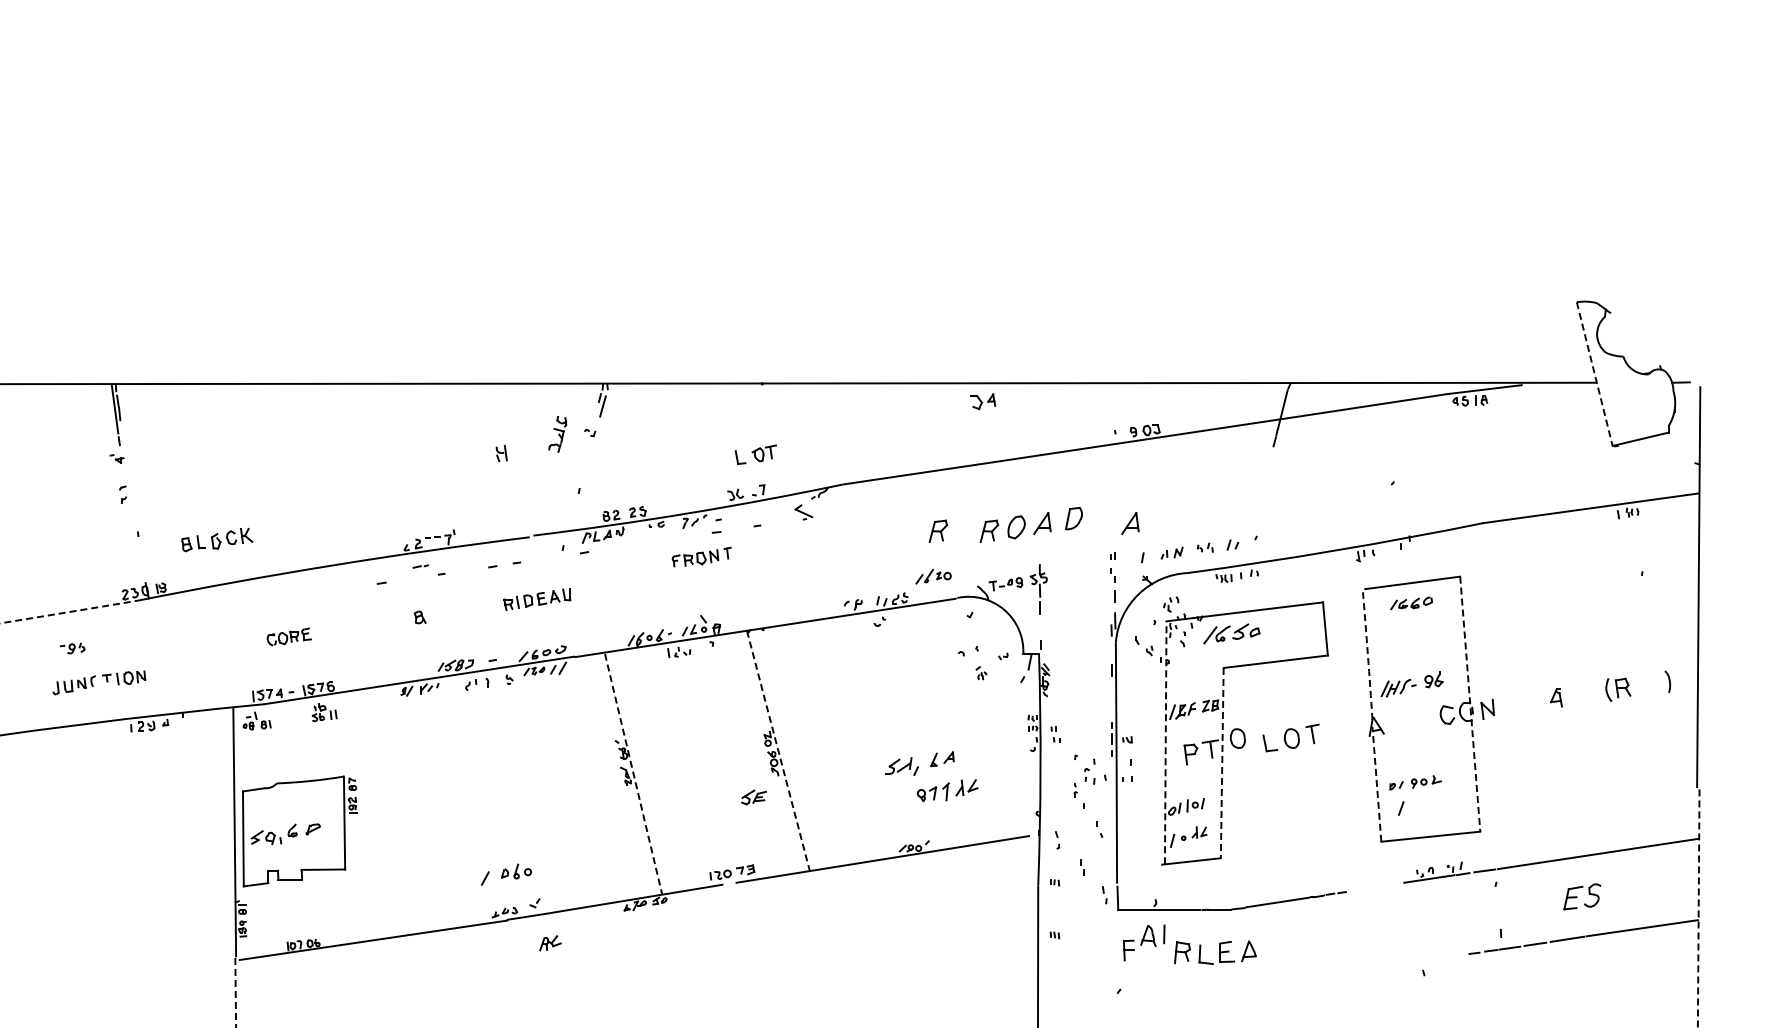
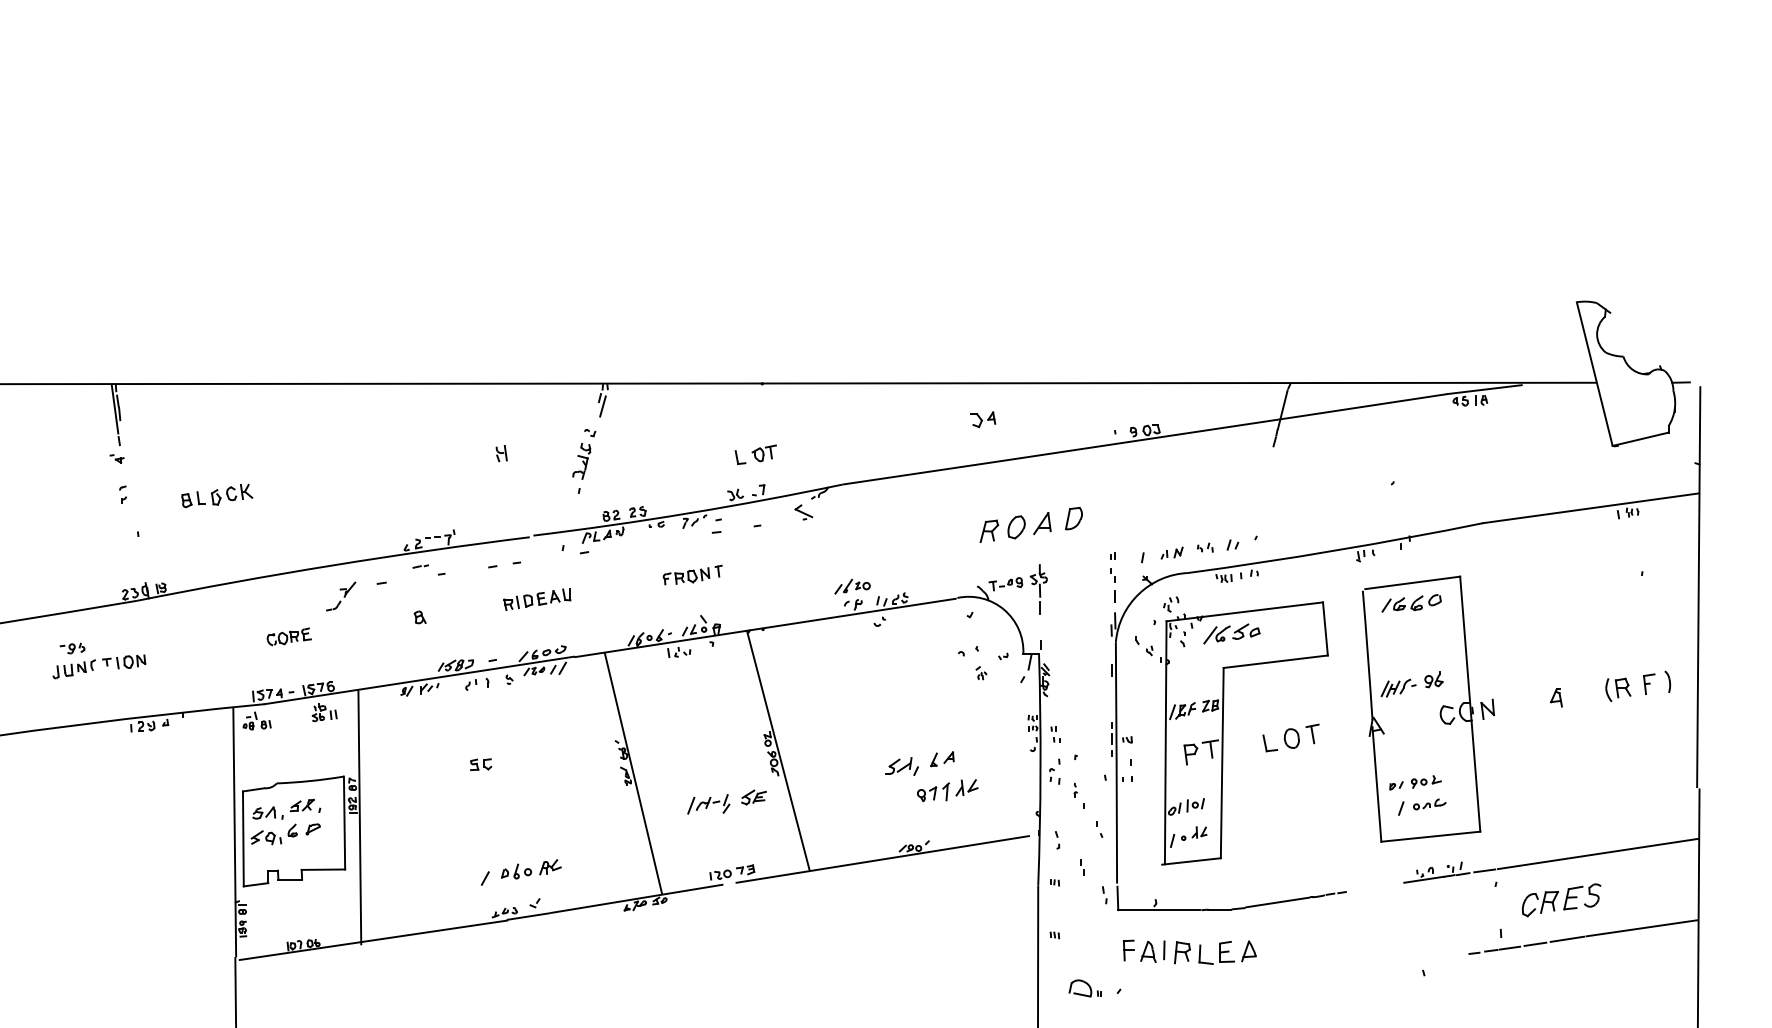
line at (1594, 374): dashed -> solid
part at (983, 401) position: (983, 401) -> (983, 419)
part at (557, 434) position: (557, 434) -> (581, 461)
part at (1130, 523): present -> none
part at (938, 530): present -> none
part at (217, 539) position: (217, 539) -> (217, 495)
part at (701, 556) position: (701, 556) -> (692, 574)
part at (933, 576) position: (933, 576) -> (852, 586)
part at (341, 596): none -> present
part at (1411, 603) size: 43x15 px -> 61x19 px
arc at (69, 612): dashed -> solid
arc at (1367, 655): dashed -> solid
part at (1649, 683): none -> present
part at (93, 684) position: (93, 684) -> (93, 668)
line at (1470, 704): dashed -> solid
part at (1237, 738): present -> none
line at (1165, 742): dashed -> solid
line at (778, 750): dashed -> solid
line at (1222, 763): dashed -> solid
part at (481, 764): none -> present
part at (1089, 771) position: (1089, 771) -> (1054, 771)
line at (633, 774): dashed -> solid
line at (1376, 783): dashed -> solid
part at (708, 804): none -> present
part at (1429, 804): none -> present
part at (286, 808): none -> present
line at (359, 817): none -> present
part at (1539, 904): none -> present
line at (1698, 908): dashed -> solid
part at (1152, 935) position: (1152, 935) -> (1152, 951)
part at (550, 943) position: (550, 943) -> (550, 867)
part at (1084, 988): none -> present
line at (235, 992): dashed -> solid
